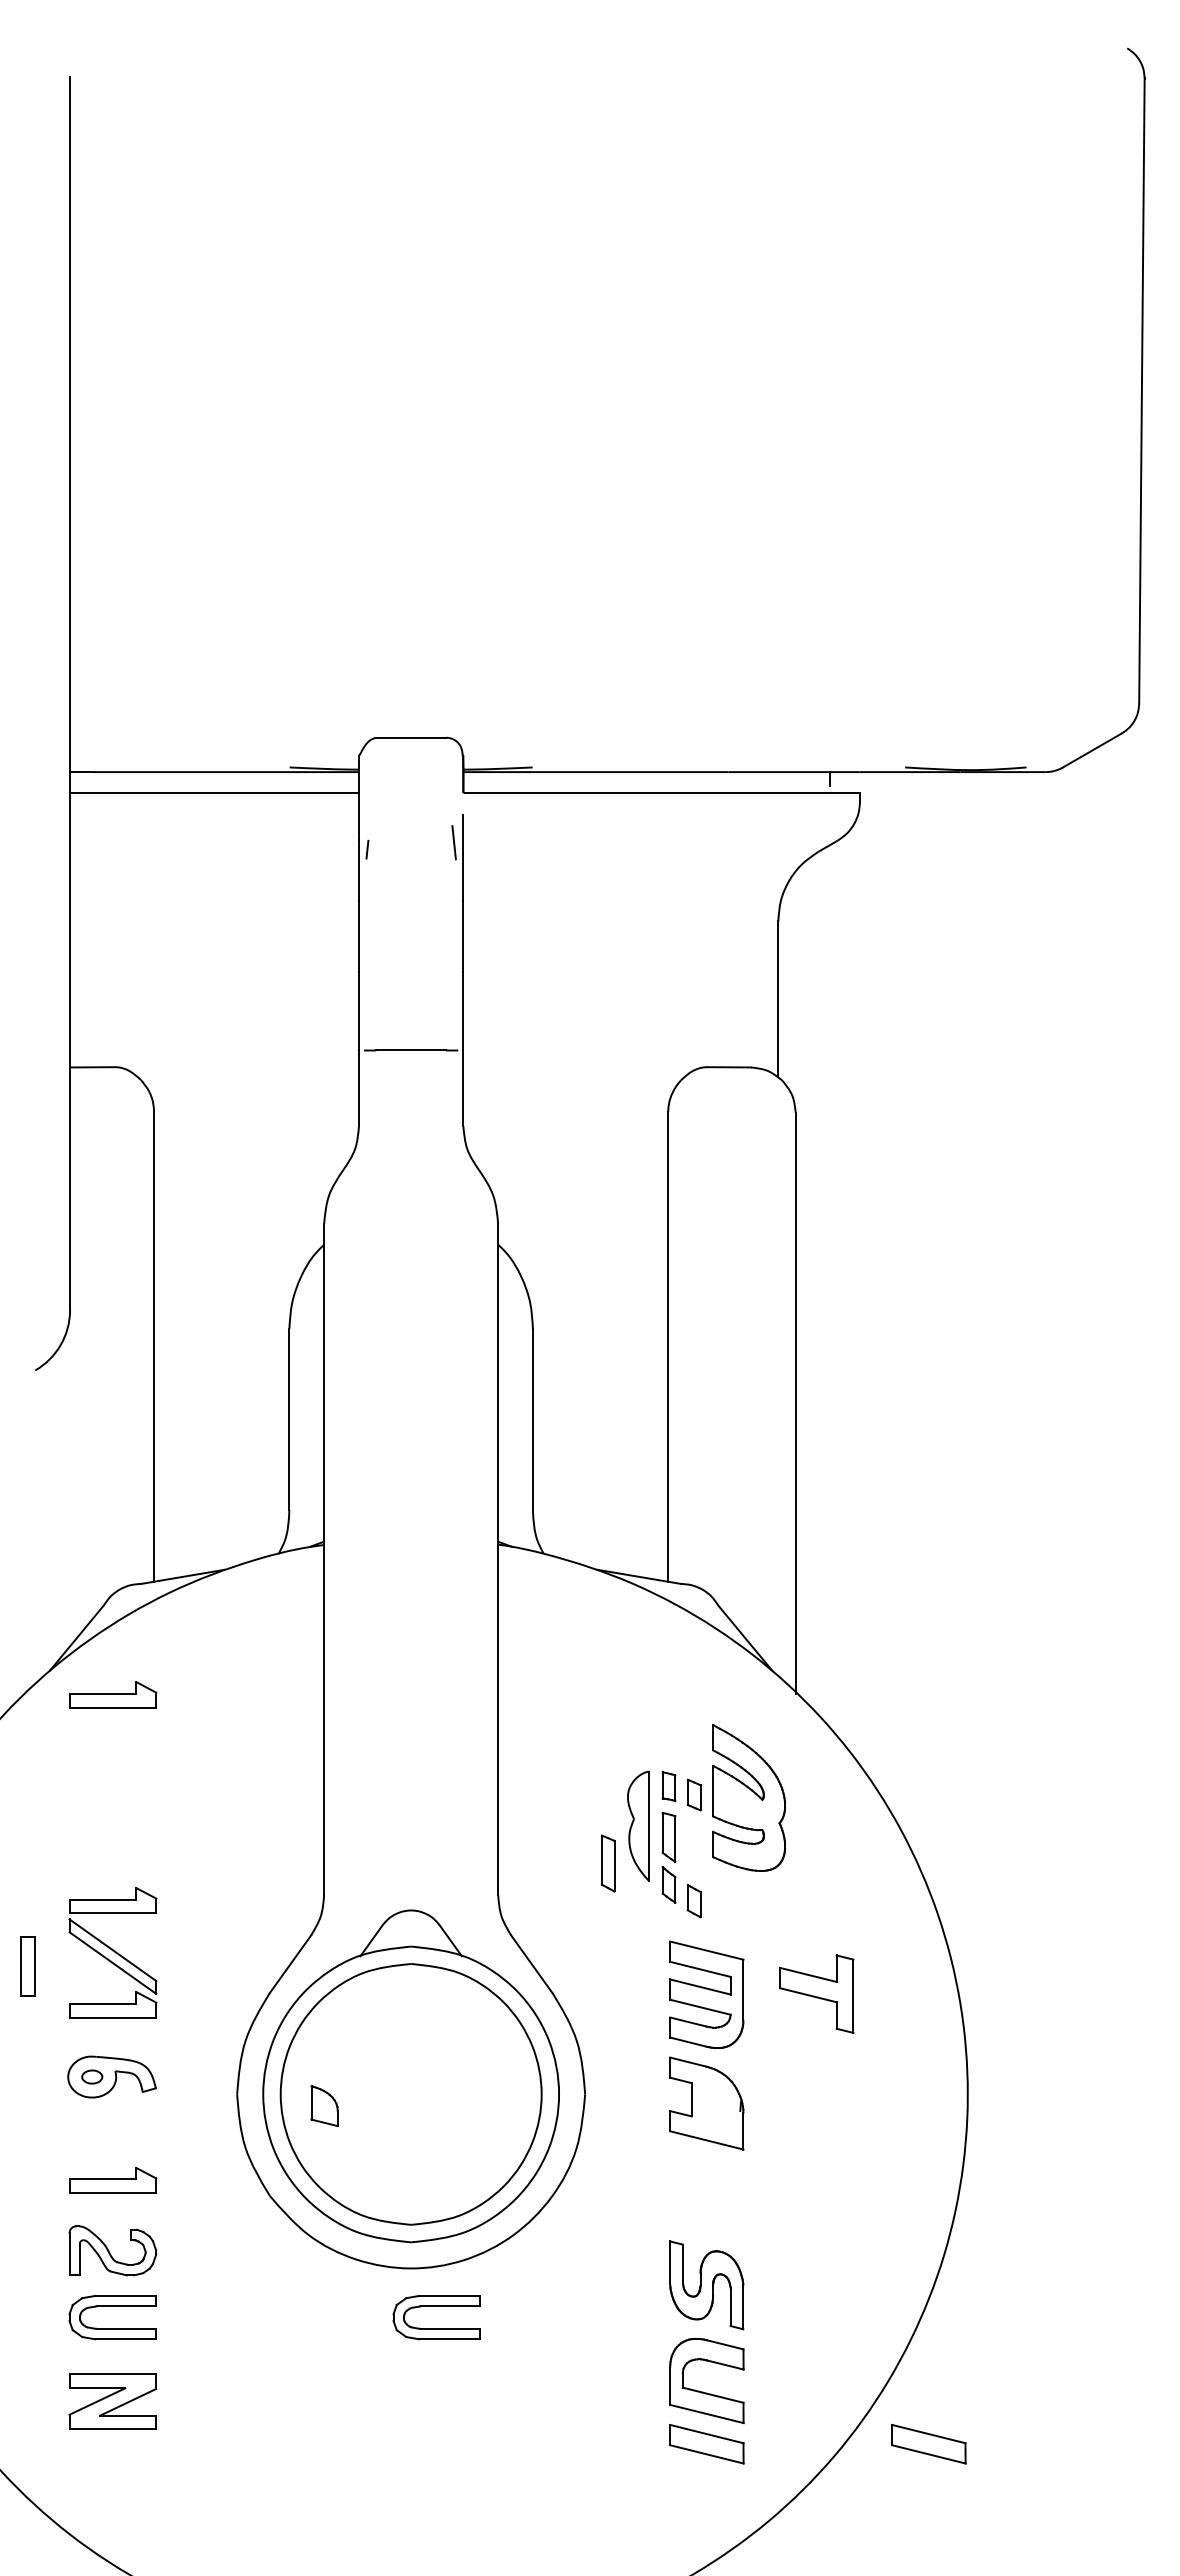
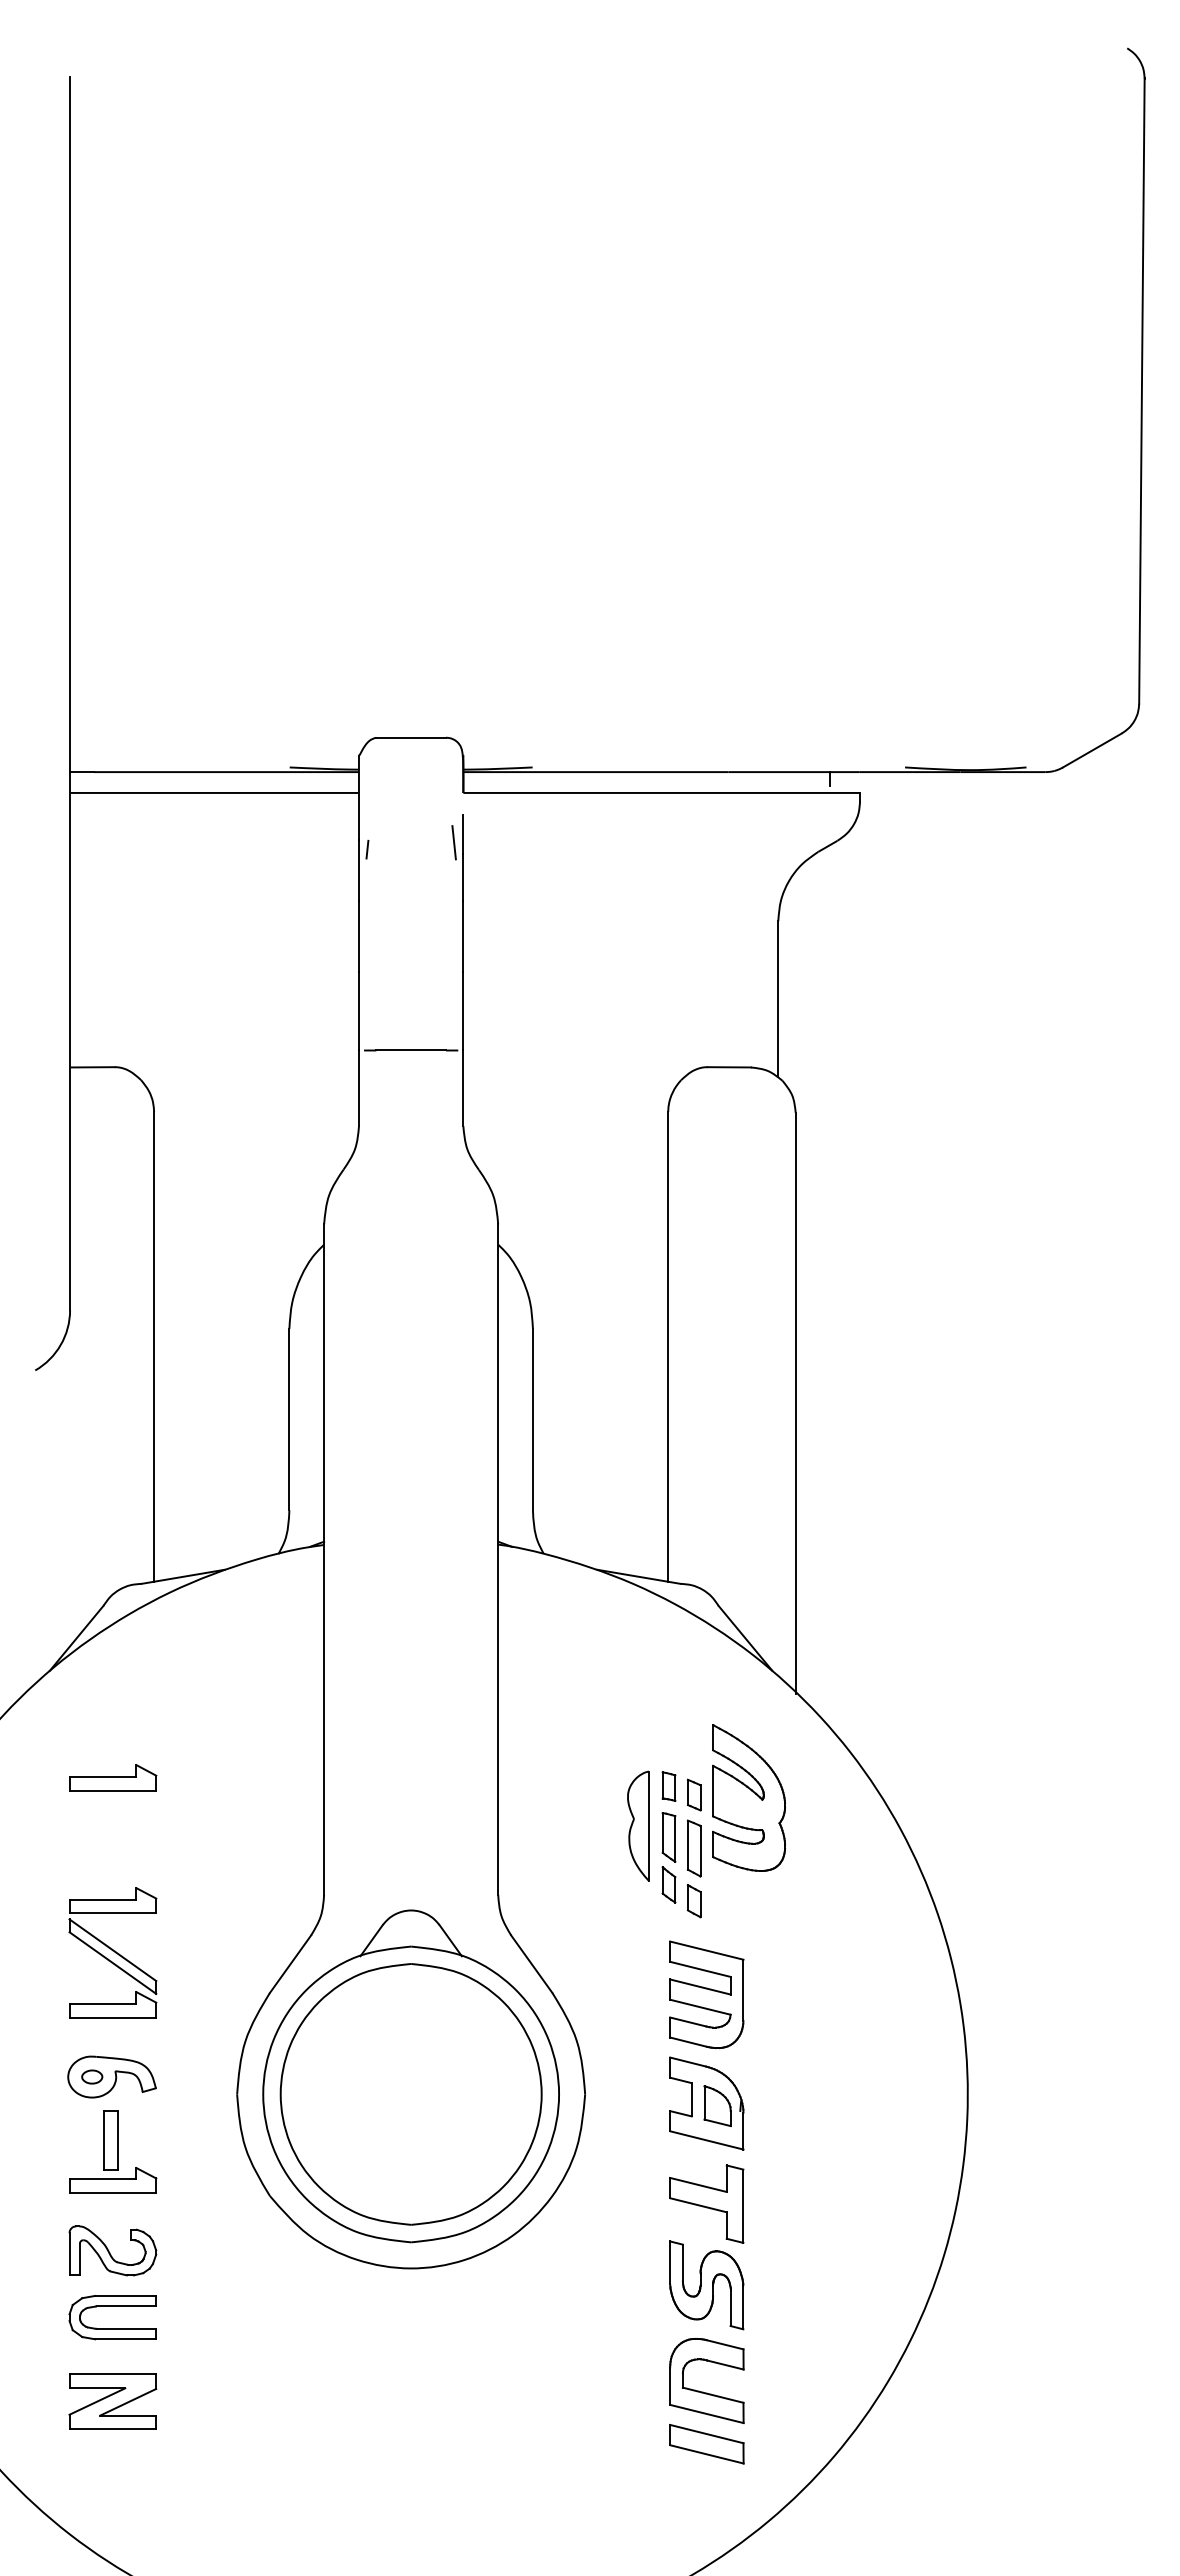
part at (113, 1694) position: (113, 1694) -> (113, 1777)
part at (608, 1863) position: (608, 1863) -> (694, 1848)
part at (27, 1966) position: (27, 1966) -> (110, 2140)
part at (816, 1993) position: (816, 1993) -> (706, 2203)
part at (324, 2105) position: (324, 2105) -> (717, 2105)
part at (436, 2306): present -> none
part at (928, 2444): present -> none
